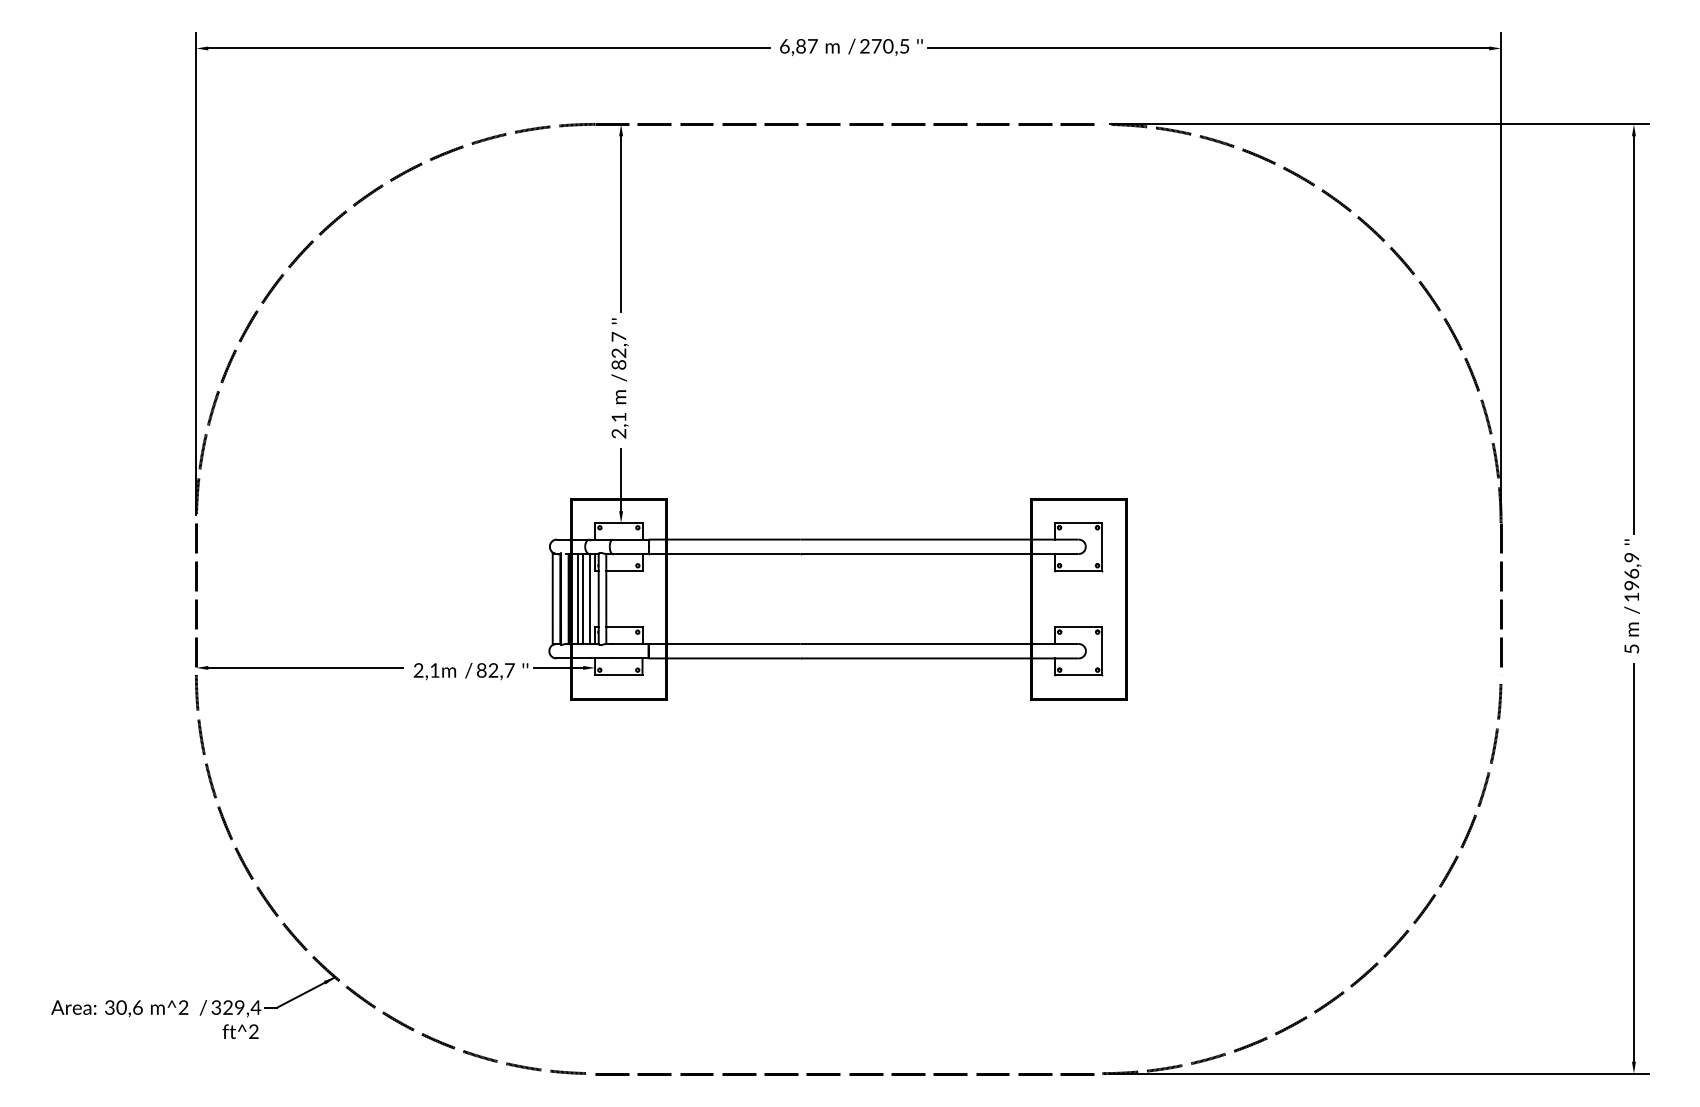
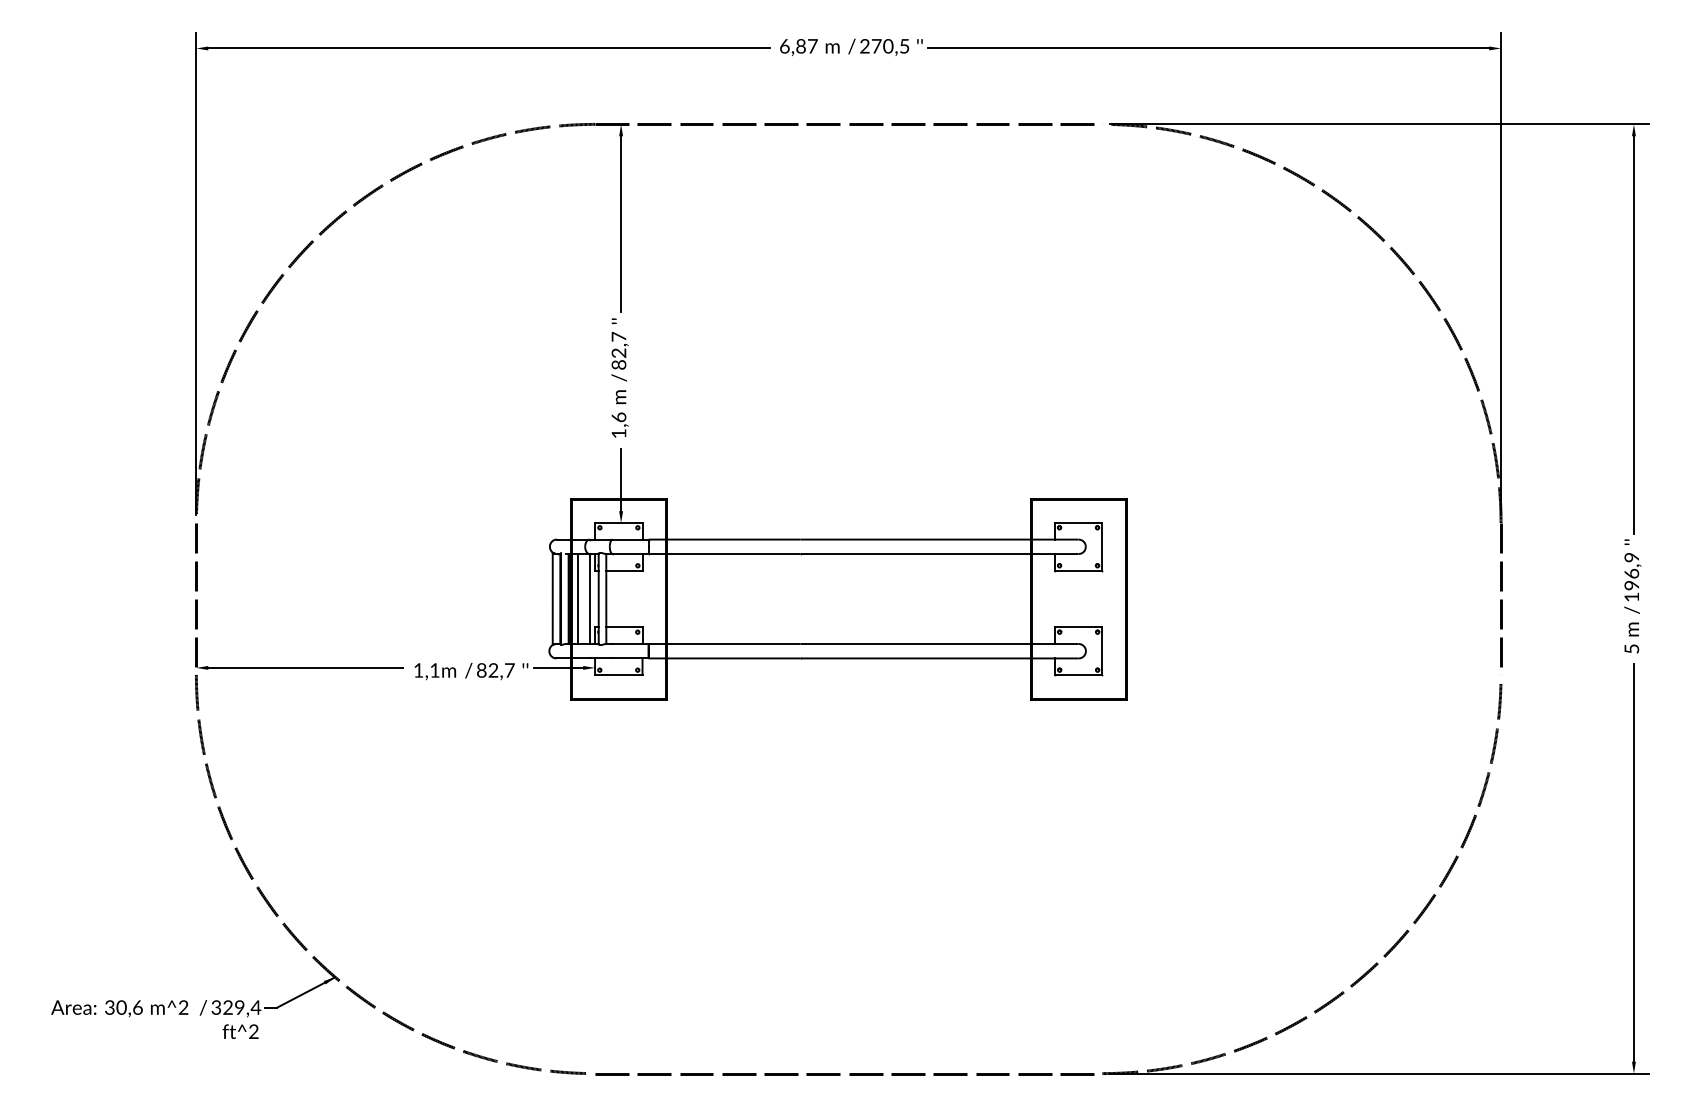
text at (618, 425): 2,1 -> 1,6
line at (582, 598): present -> none
text at (418, 670): 2,1m -> 1,1m
